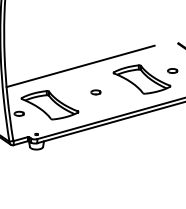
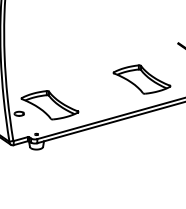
line at (80, 66): present -> none
part at (172, 70): present -> none
part at (95, 92): present -> none
